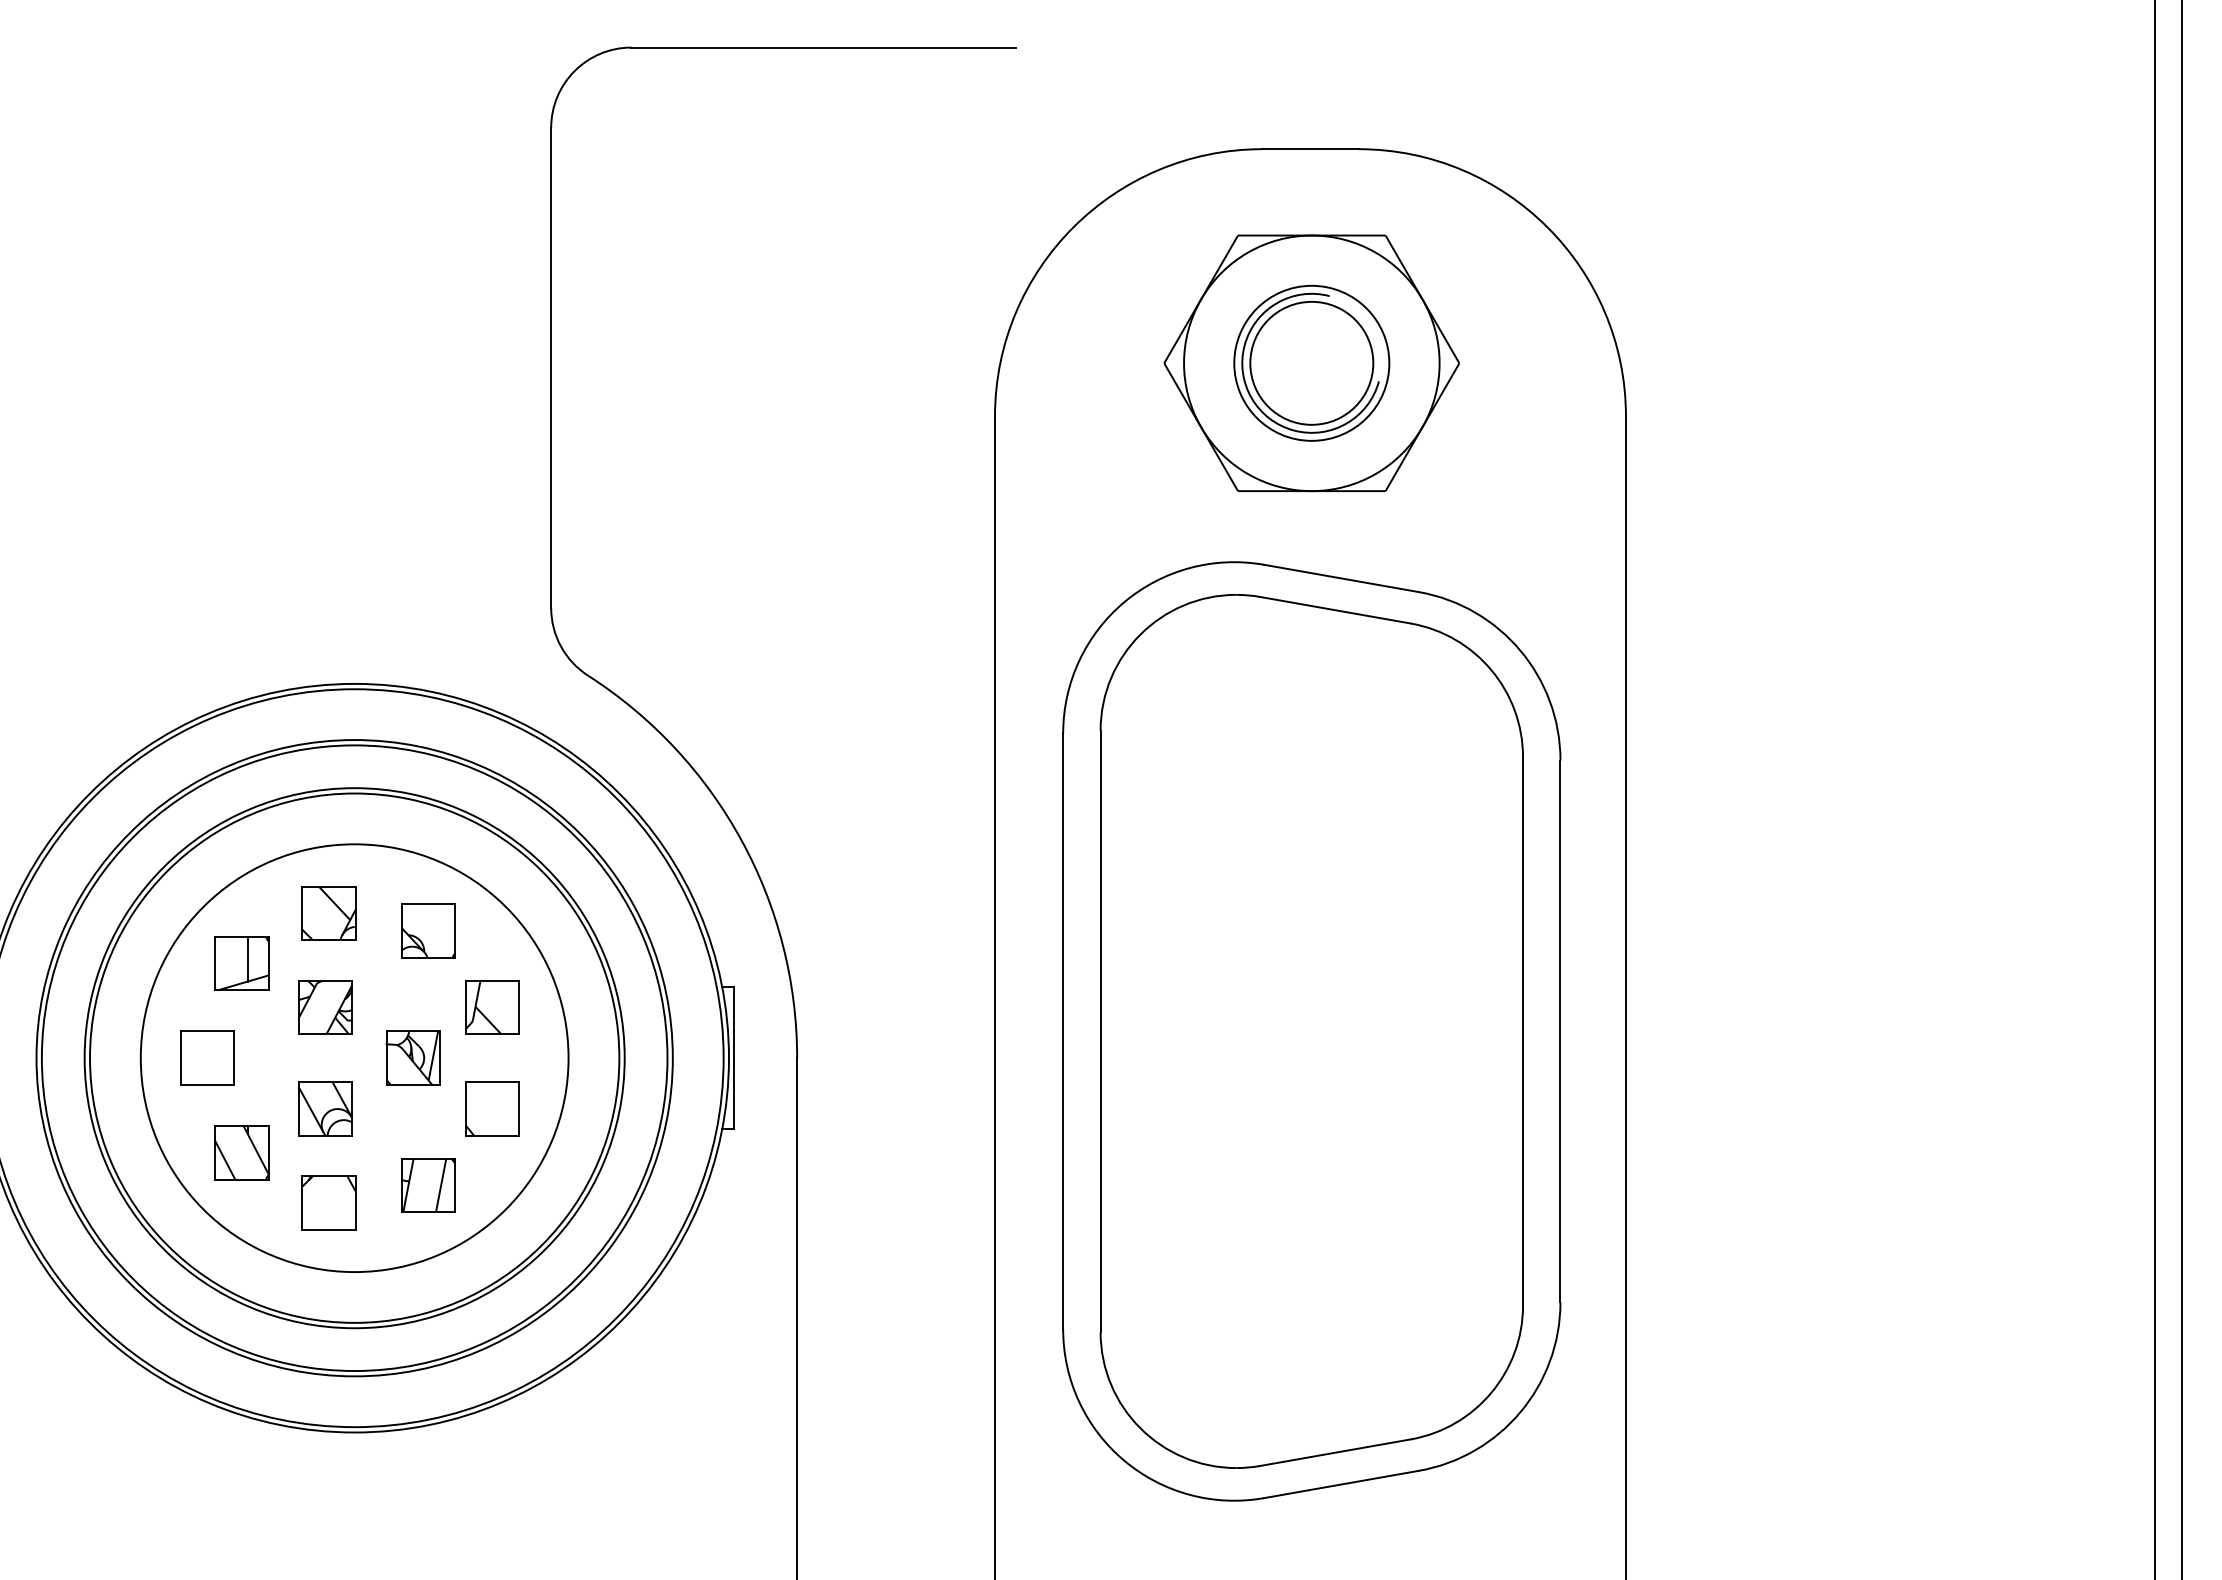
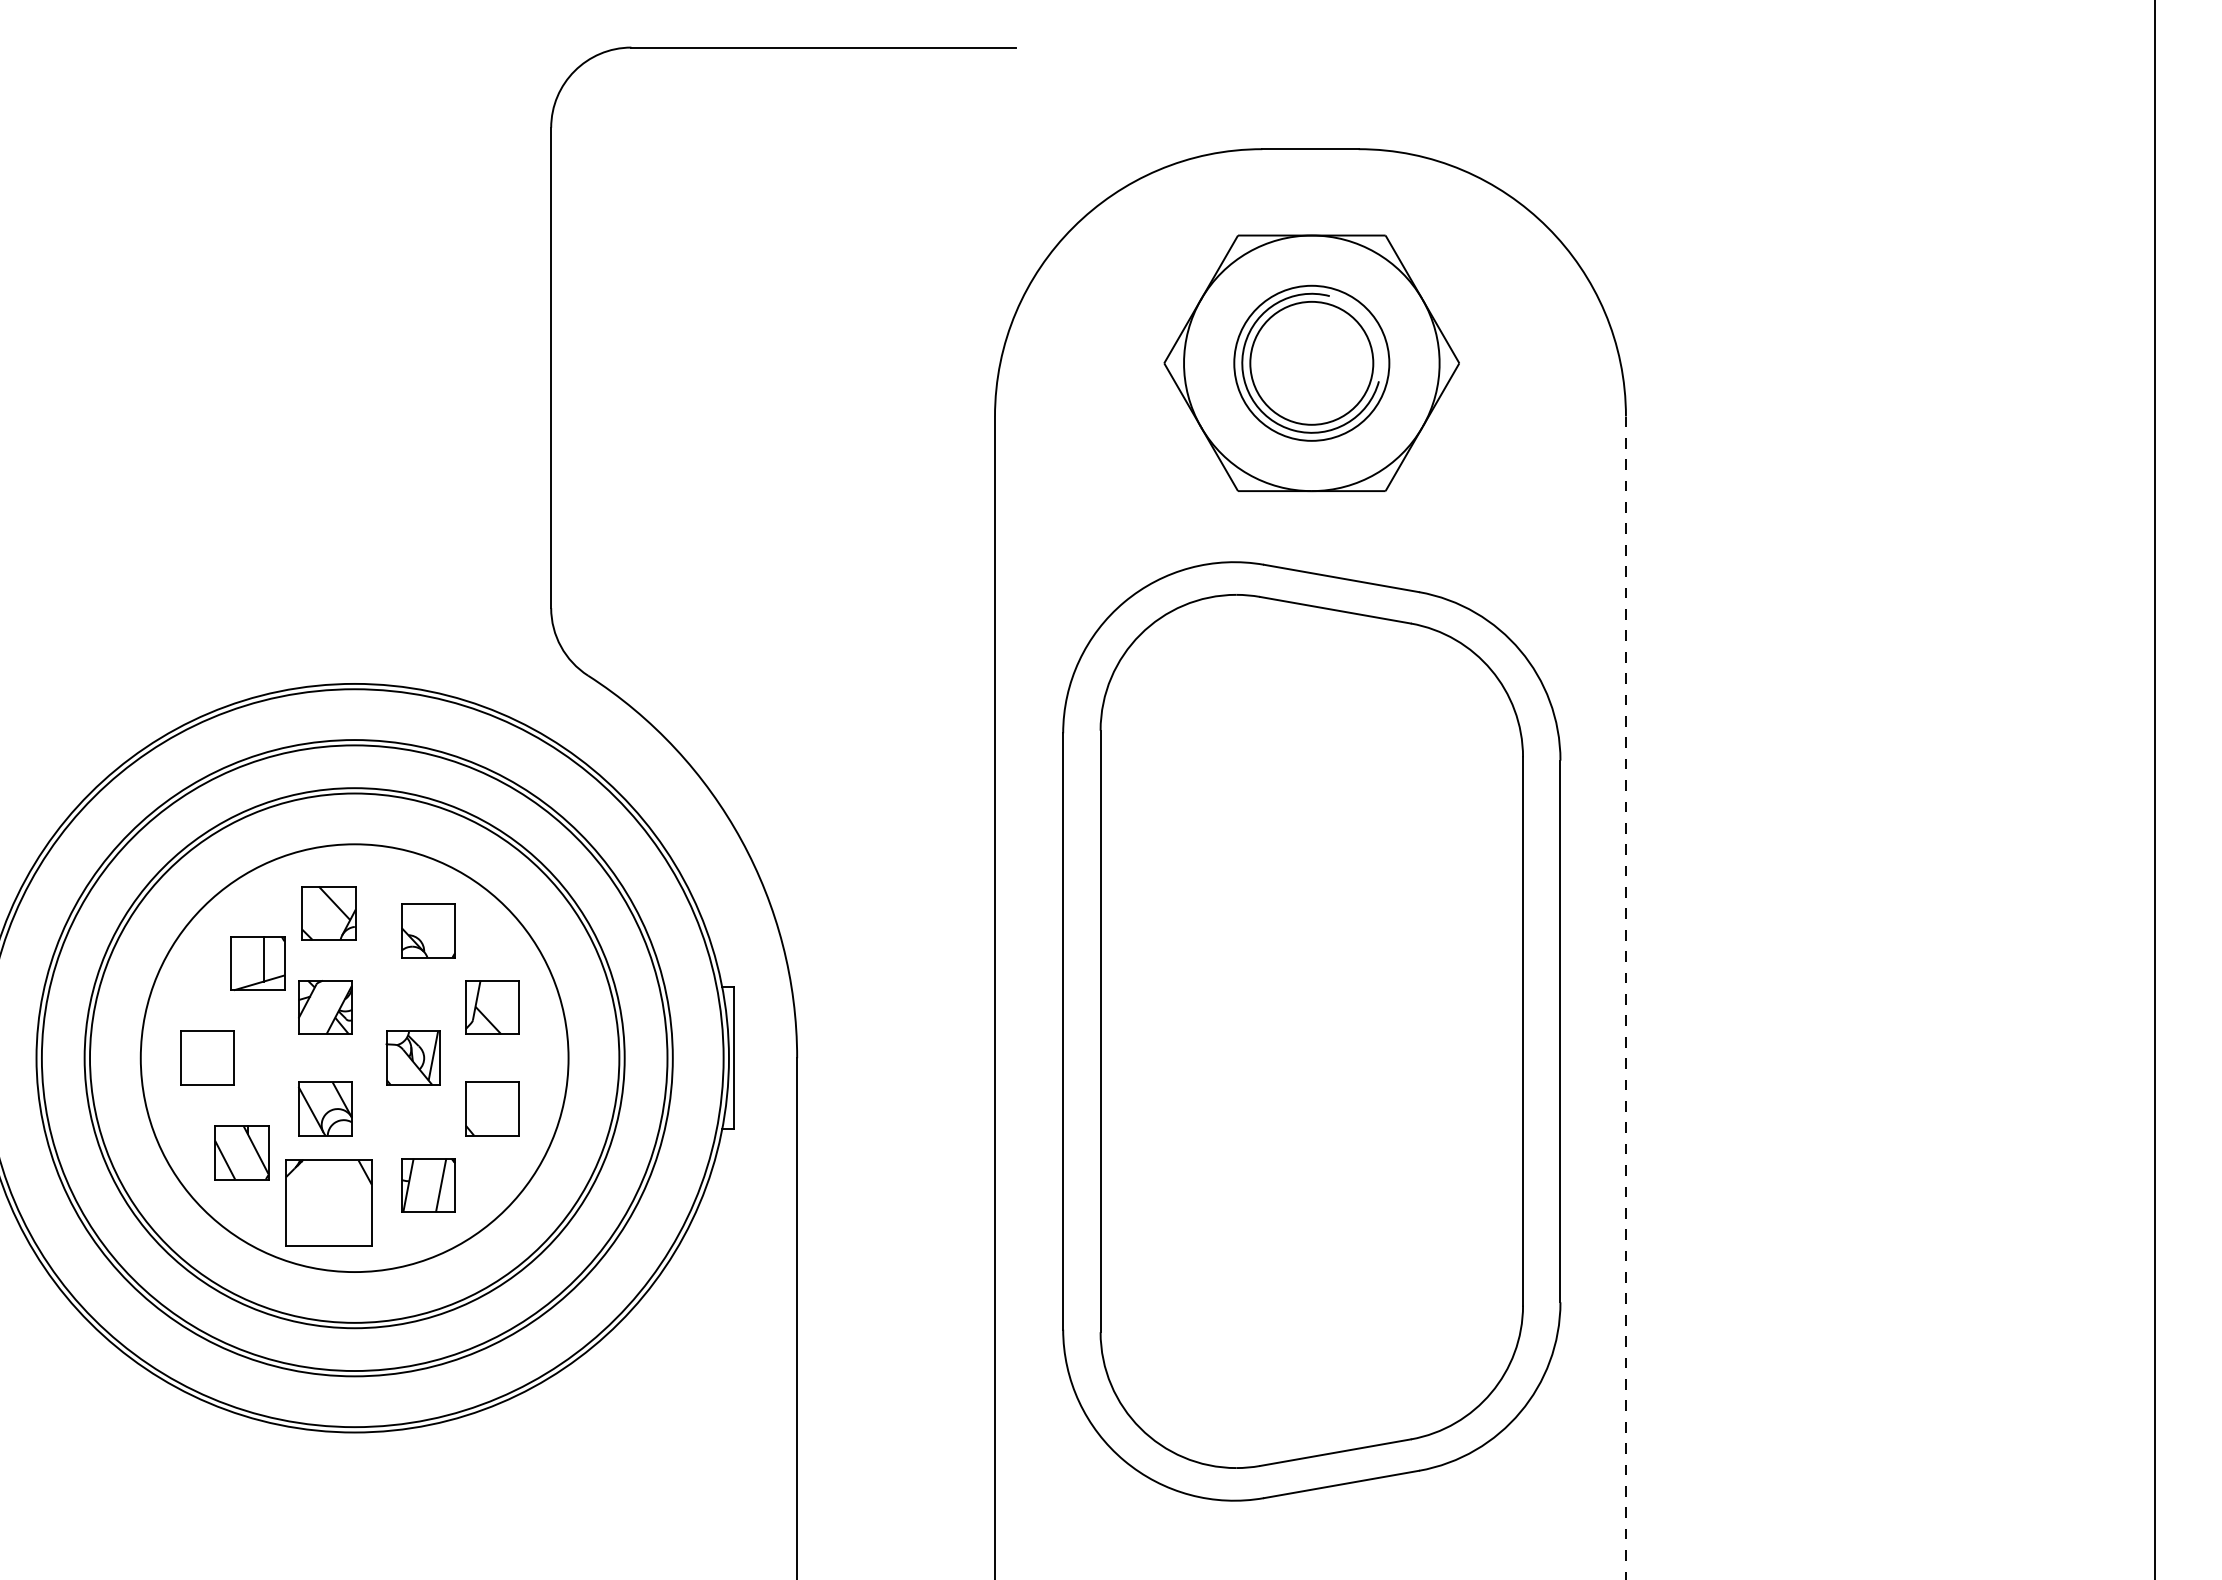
line at (2182, 789): present -> none
part at (241, 963) position: (241, 963) -> (257, 963)
line at (1625, 998): solid -> dashed
part at (328, 1202) size: 56x56 px -> 88x88 px
